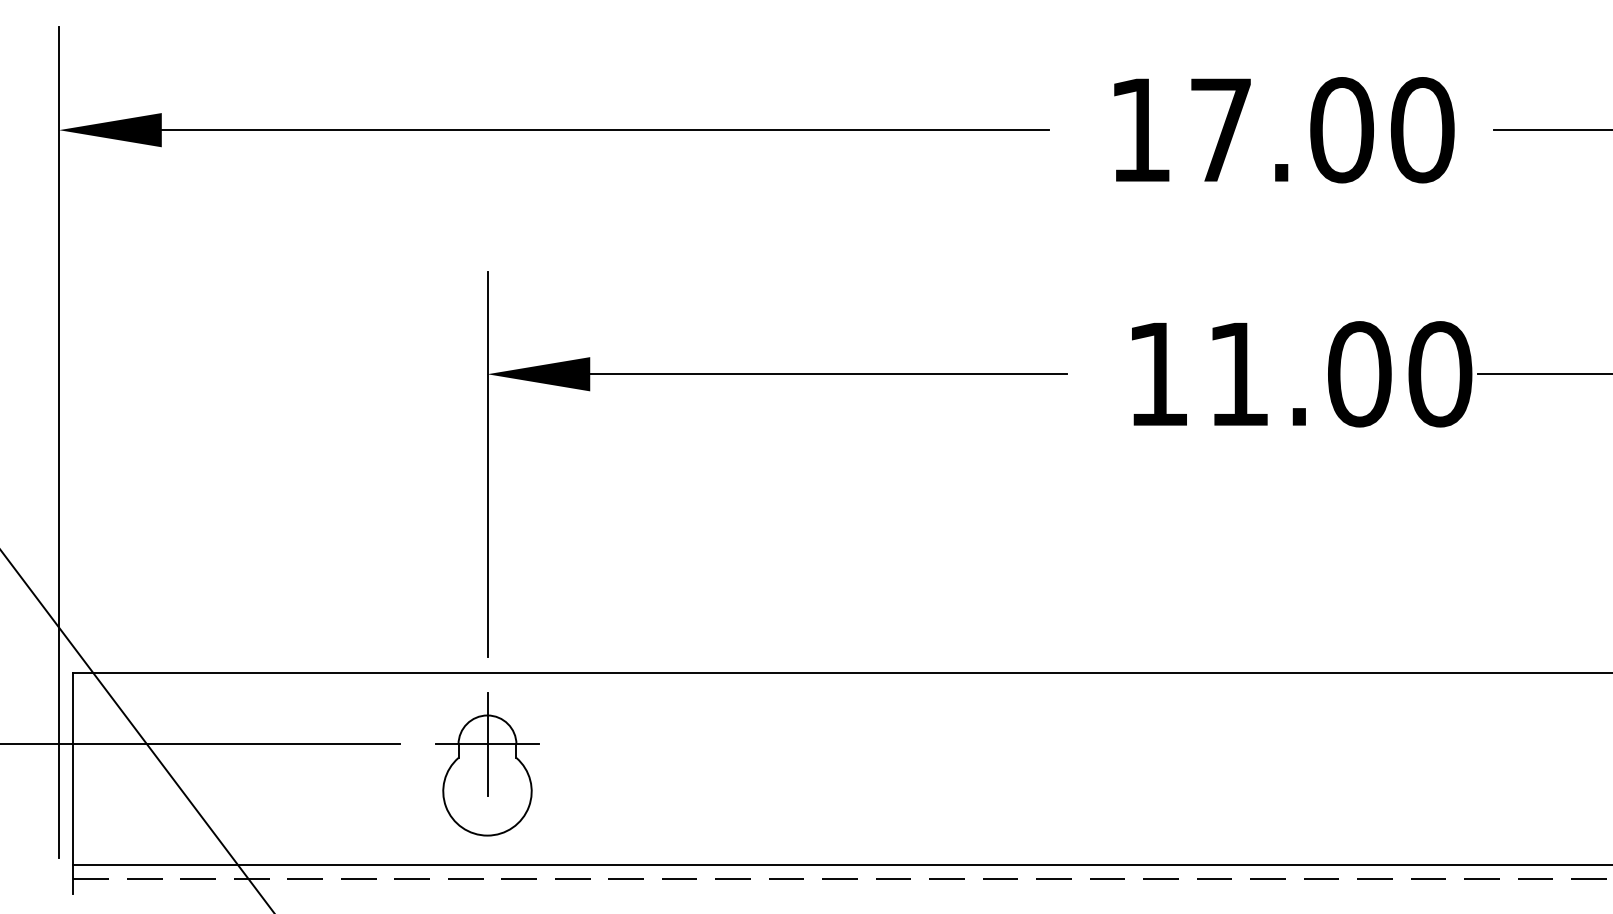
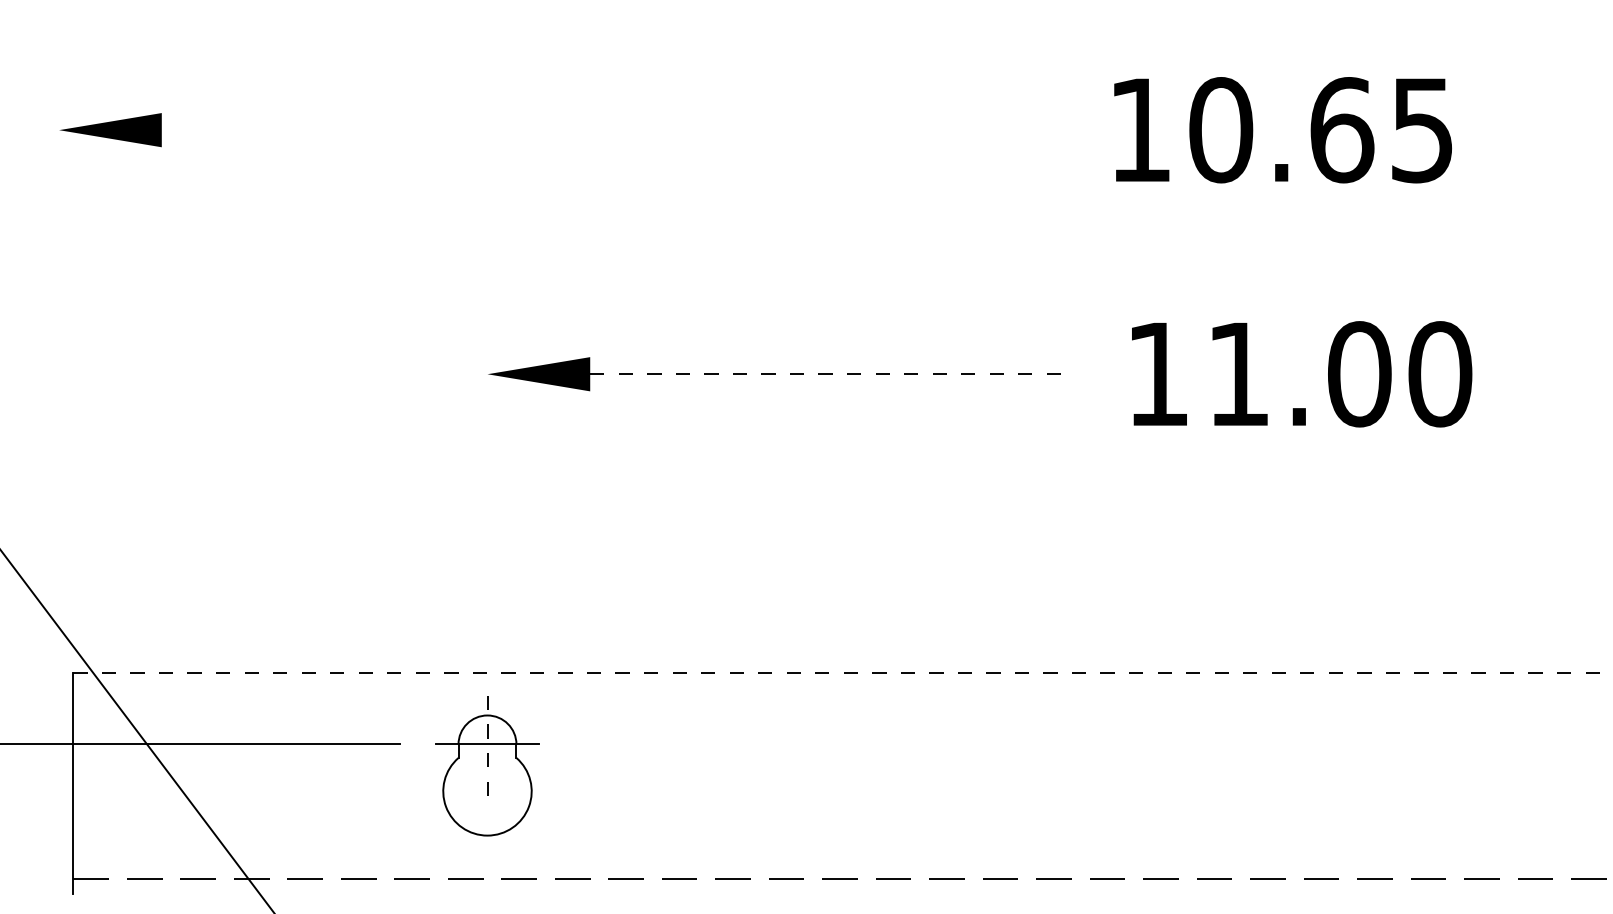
line at (604, 130): present -> none
text at (1321, 130): 17.00 -> 10.65
line at (1551, 130): present -> none
line at (828, 374): solid -> dashed
line at (1543, 374): present -> none
line at (59, 442): present -> none
line at (487, 464): present -> none
line at (843, 672): solid -> dashed
line at (487, 743): solid -> dashed
line at (841, 865): present -> none
